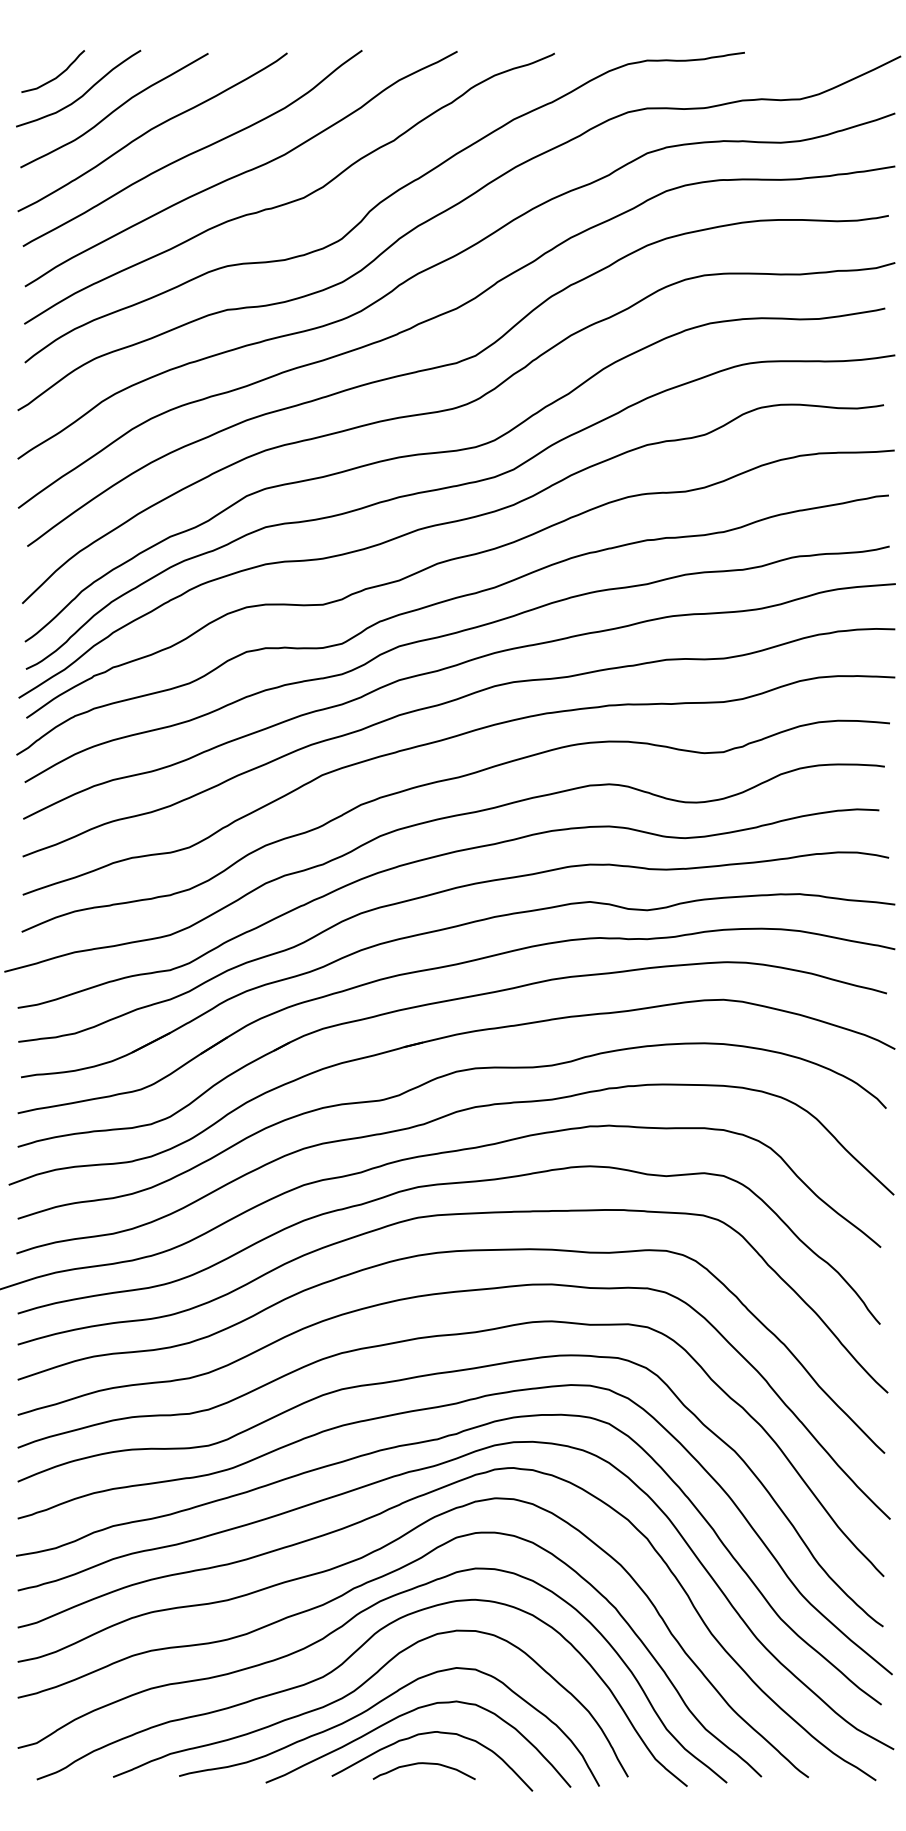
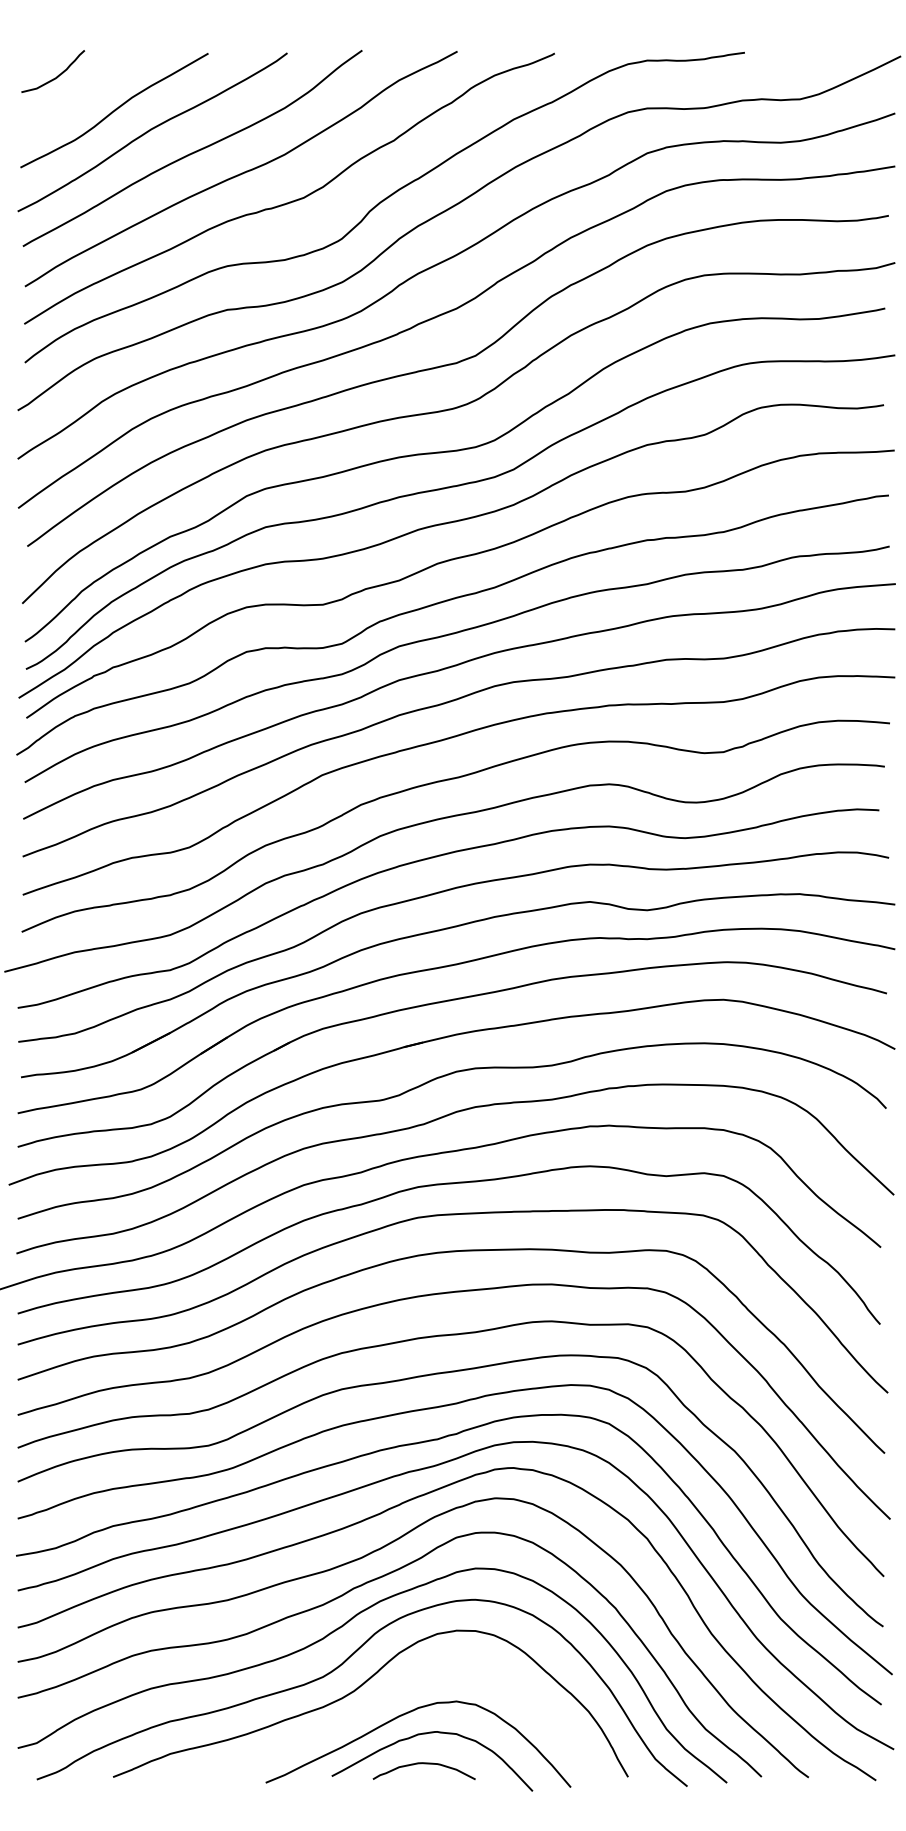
curve at (83, 93): present -> none
curve at (376, 1705): present -> none
